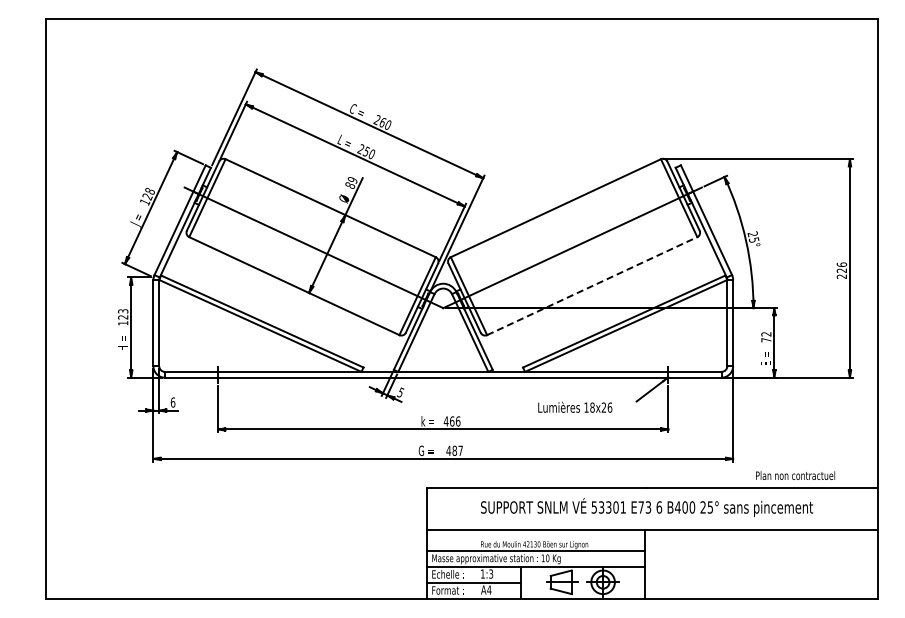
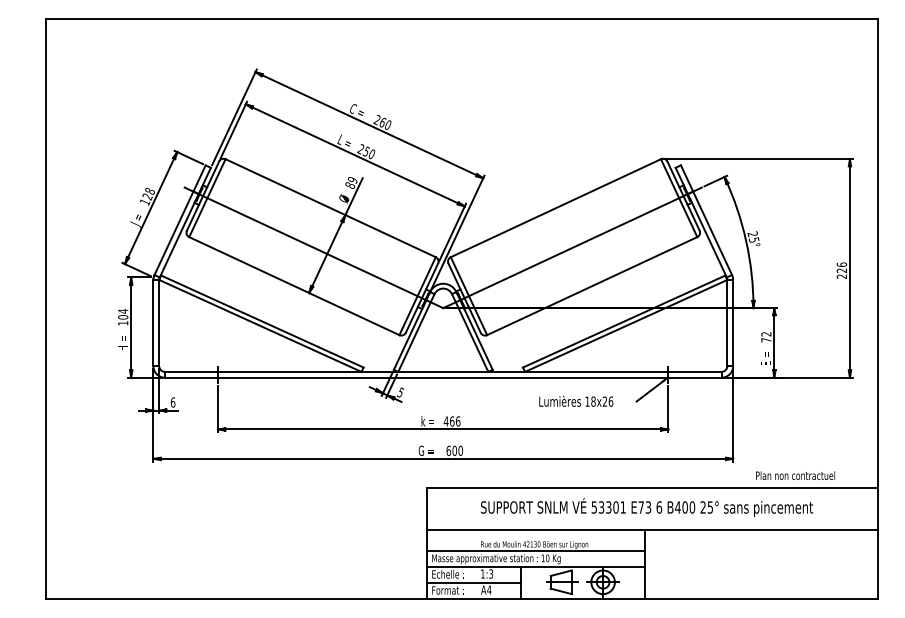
line at (592, 286): dashed -> solid
text at (123, 314): 123 -> 104
text at (575, 406) position: (575, 406) -> (576, 400)
text at (454, 450): 487 -> 600
